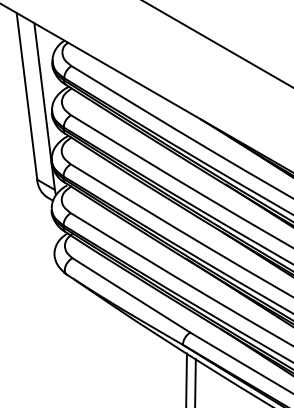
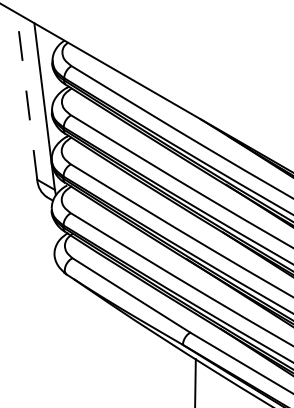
line at (217, 44): present -> none
line at (26, 96): solid -> dashed
line at (186, 378): present -> none
